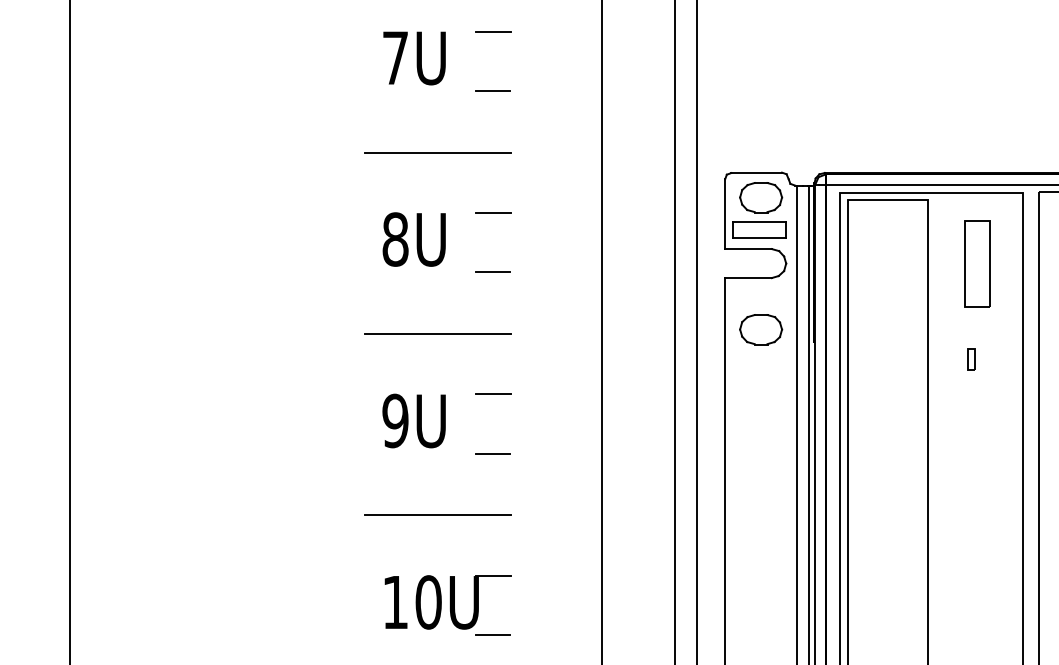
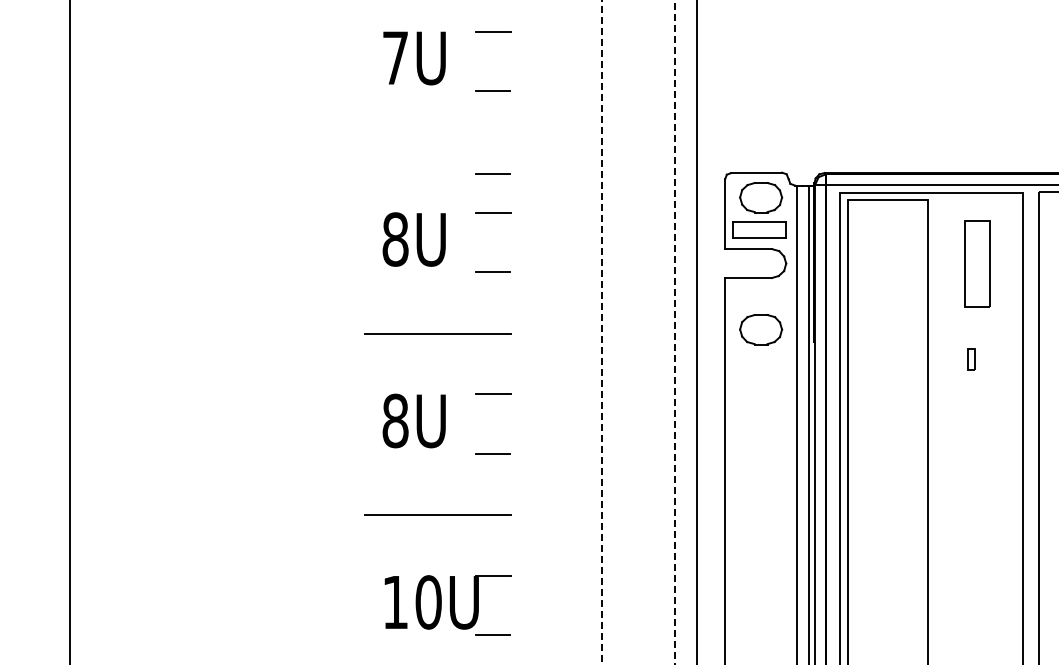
line at (675, 0): solid -> dashed
line at (437, 152): present -> none
line at (492, 173): none -> present
text at (395, 420): 9U -> 8U
